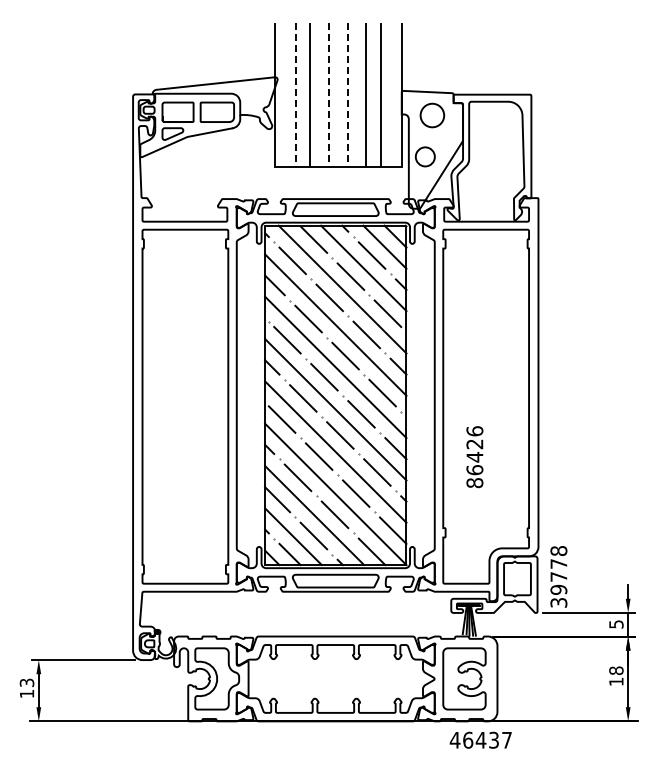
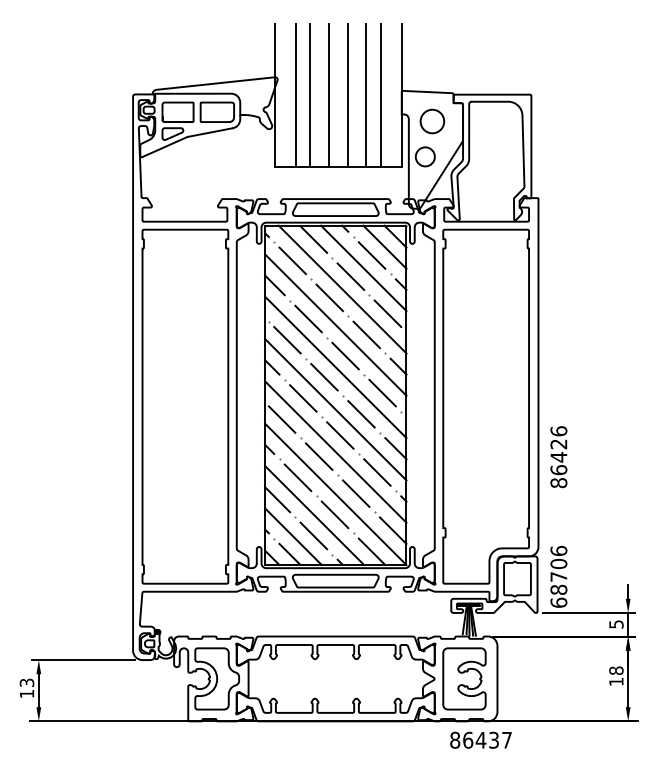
line at (295, 95): dashed -> solid
line at (328, 95): dashed -> solid
line at (347, 95): dashed -> solid
circle at (432, 115) position: (432, 115) -> (432, 121)
text at (474, 457) position: (474, 457) -> (558, 457)
text at (558, 576): 39778 -> 68706
text at (454, 739): 46437 -> 86437
